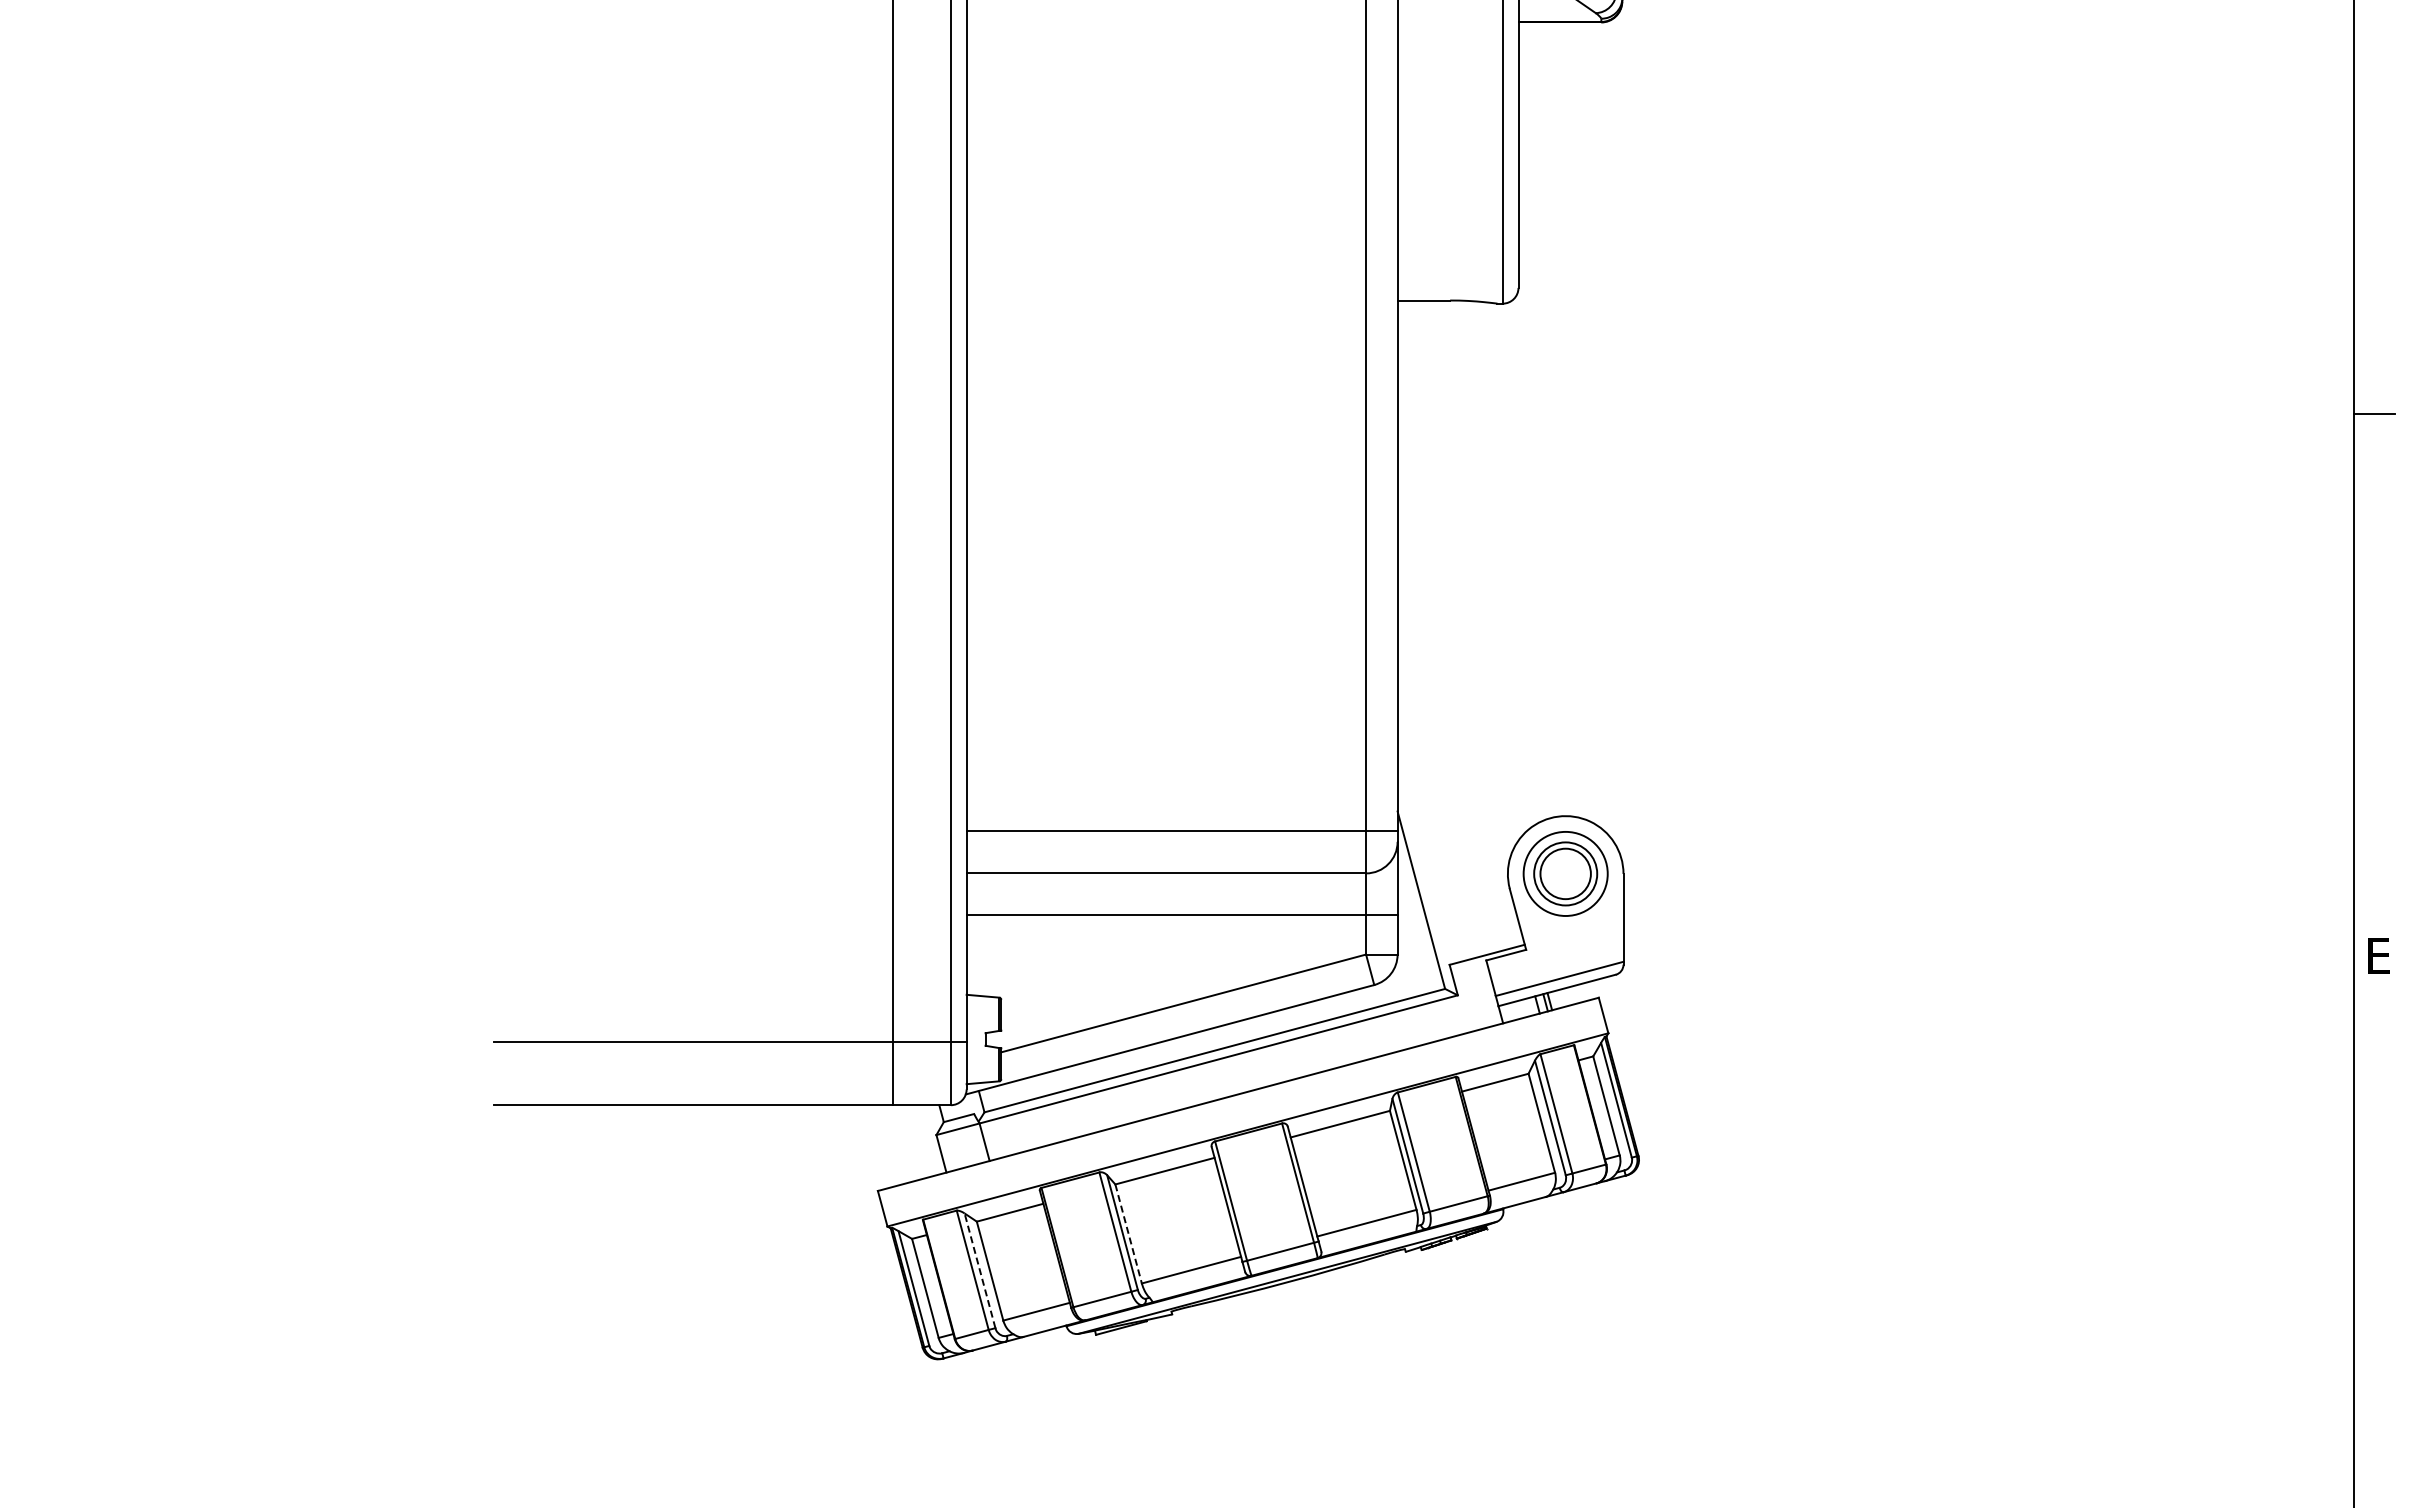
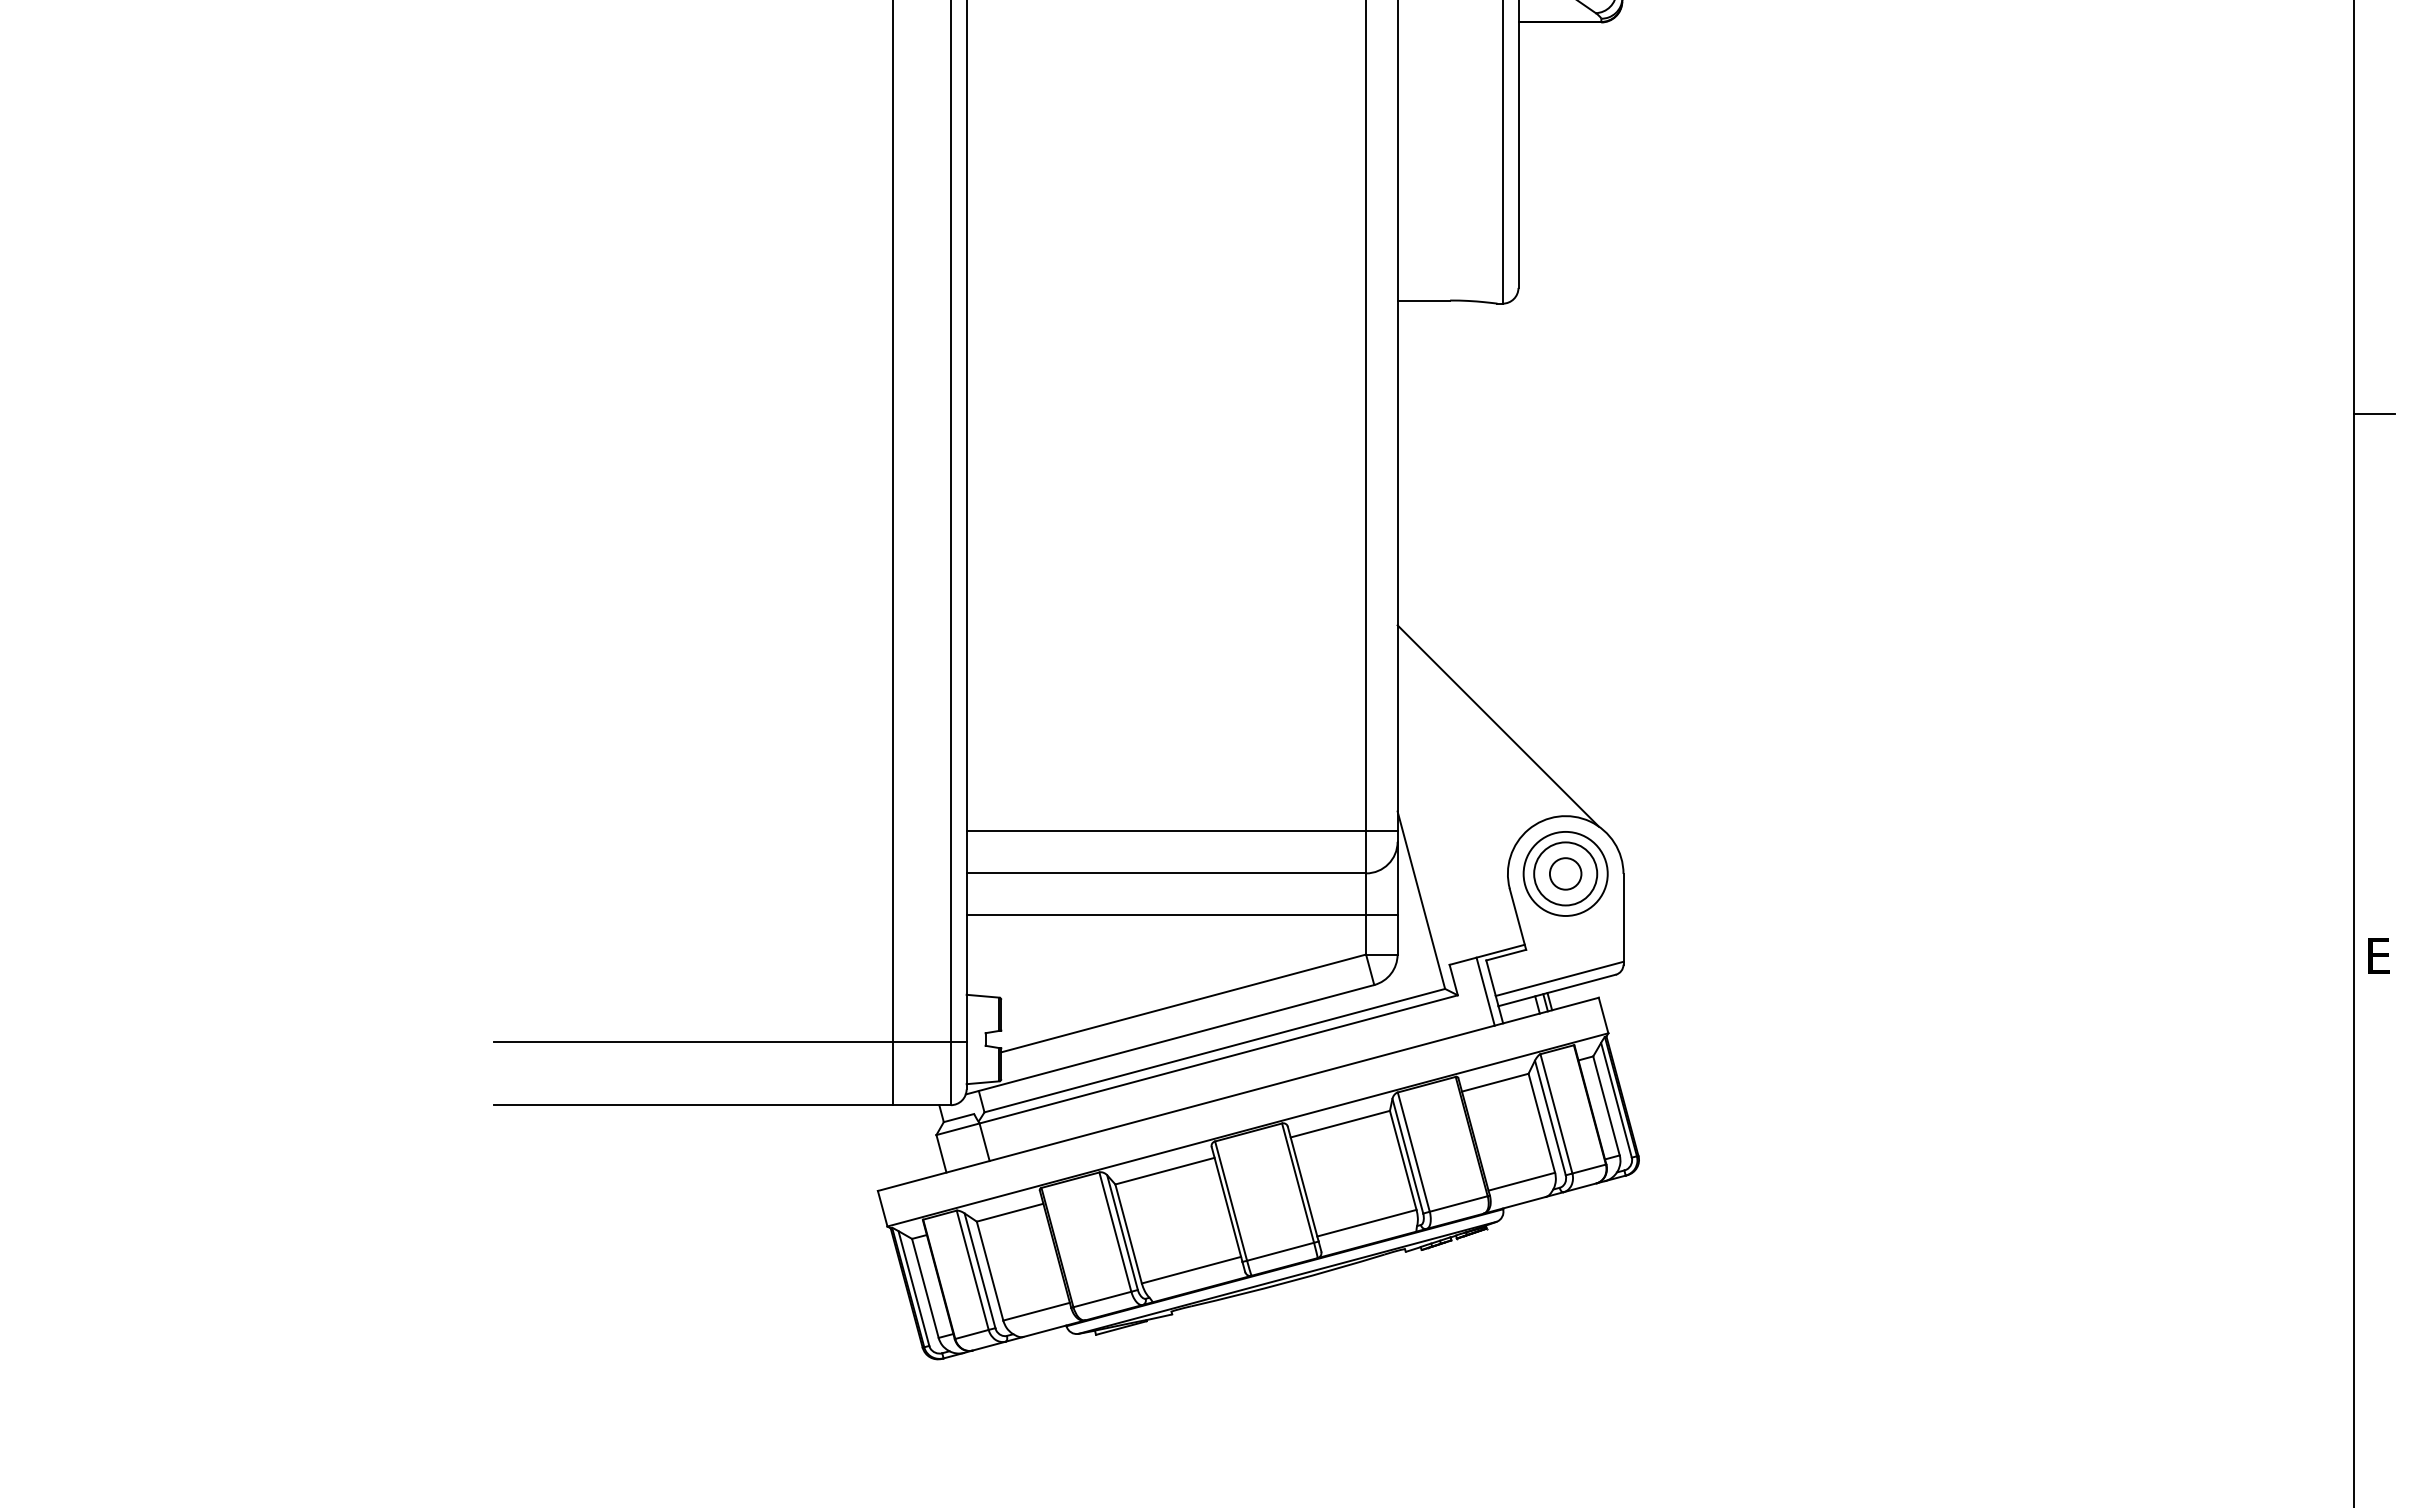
line at (1497, 725): none -> present
circle at (1565, 873) diameter: 50 px -> 32 px
line at (1485, 991): none -> present
line at (1128, 1234): dashed -> solid
line at (979, 1270): dashed -> solid
